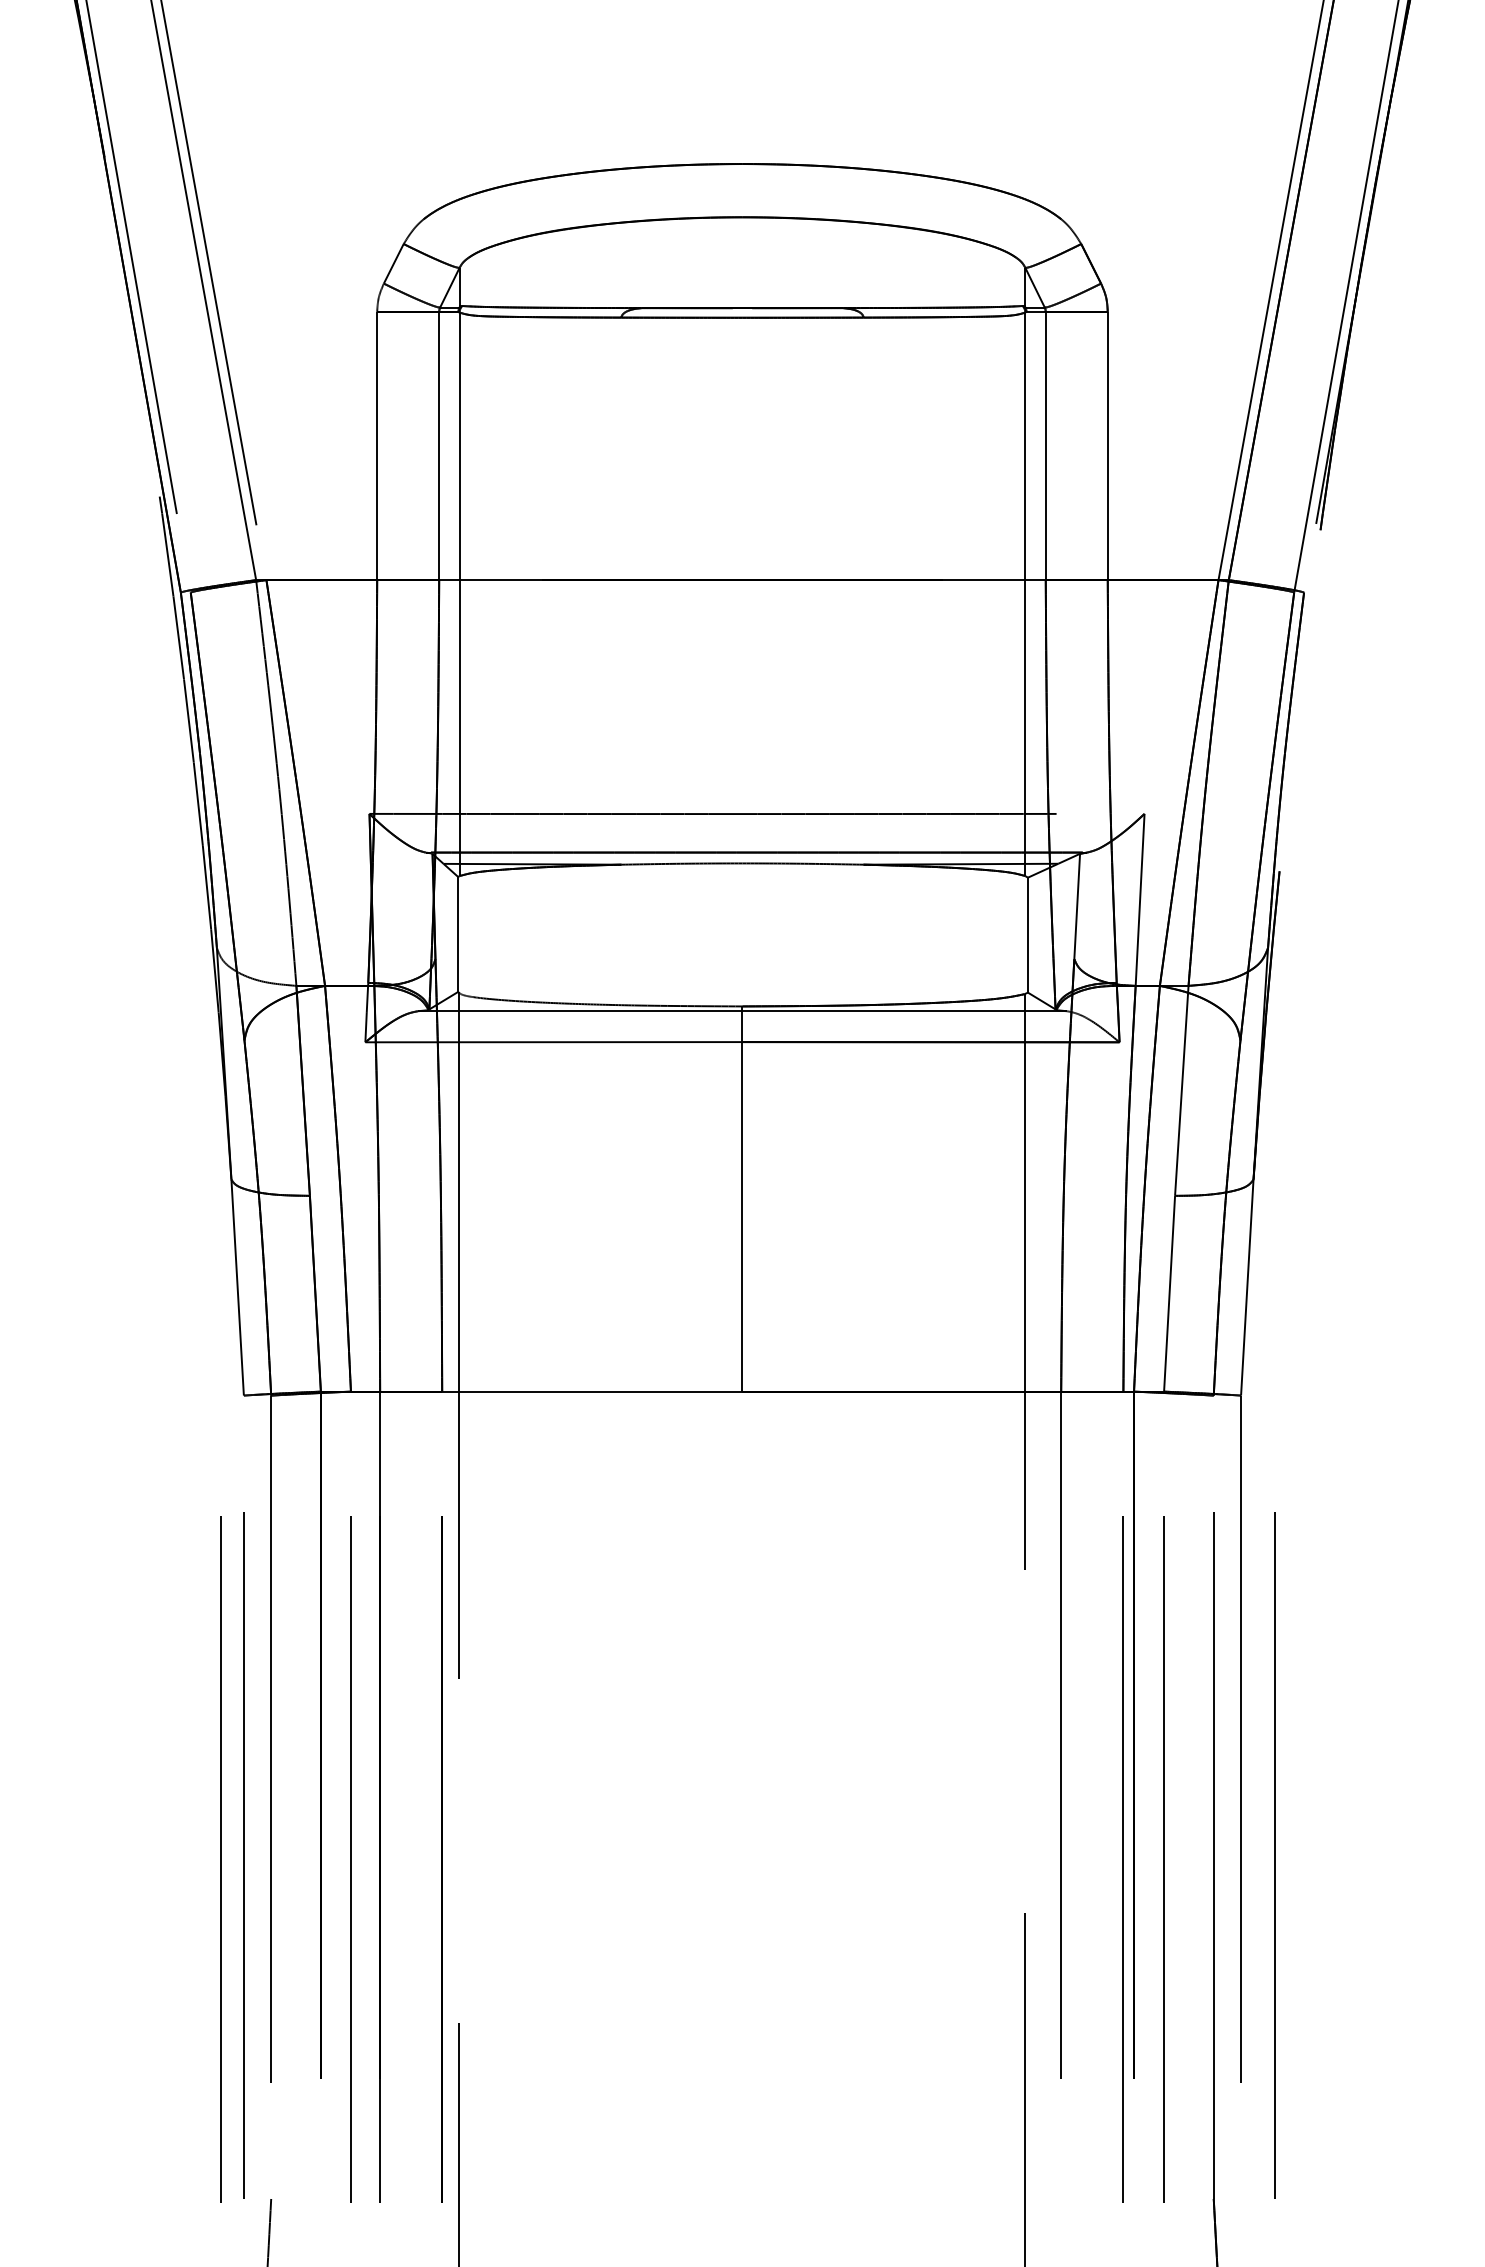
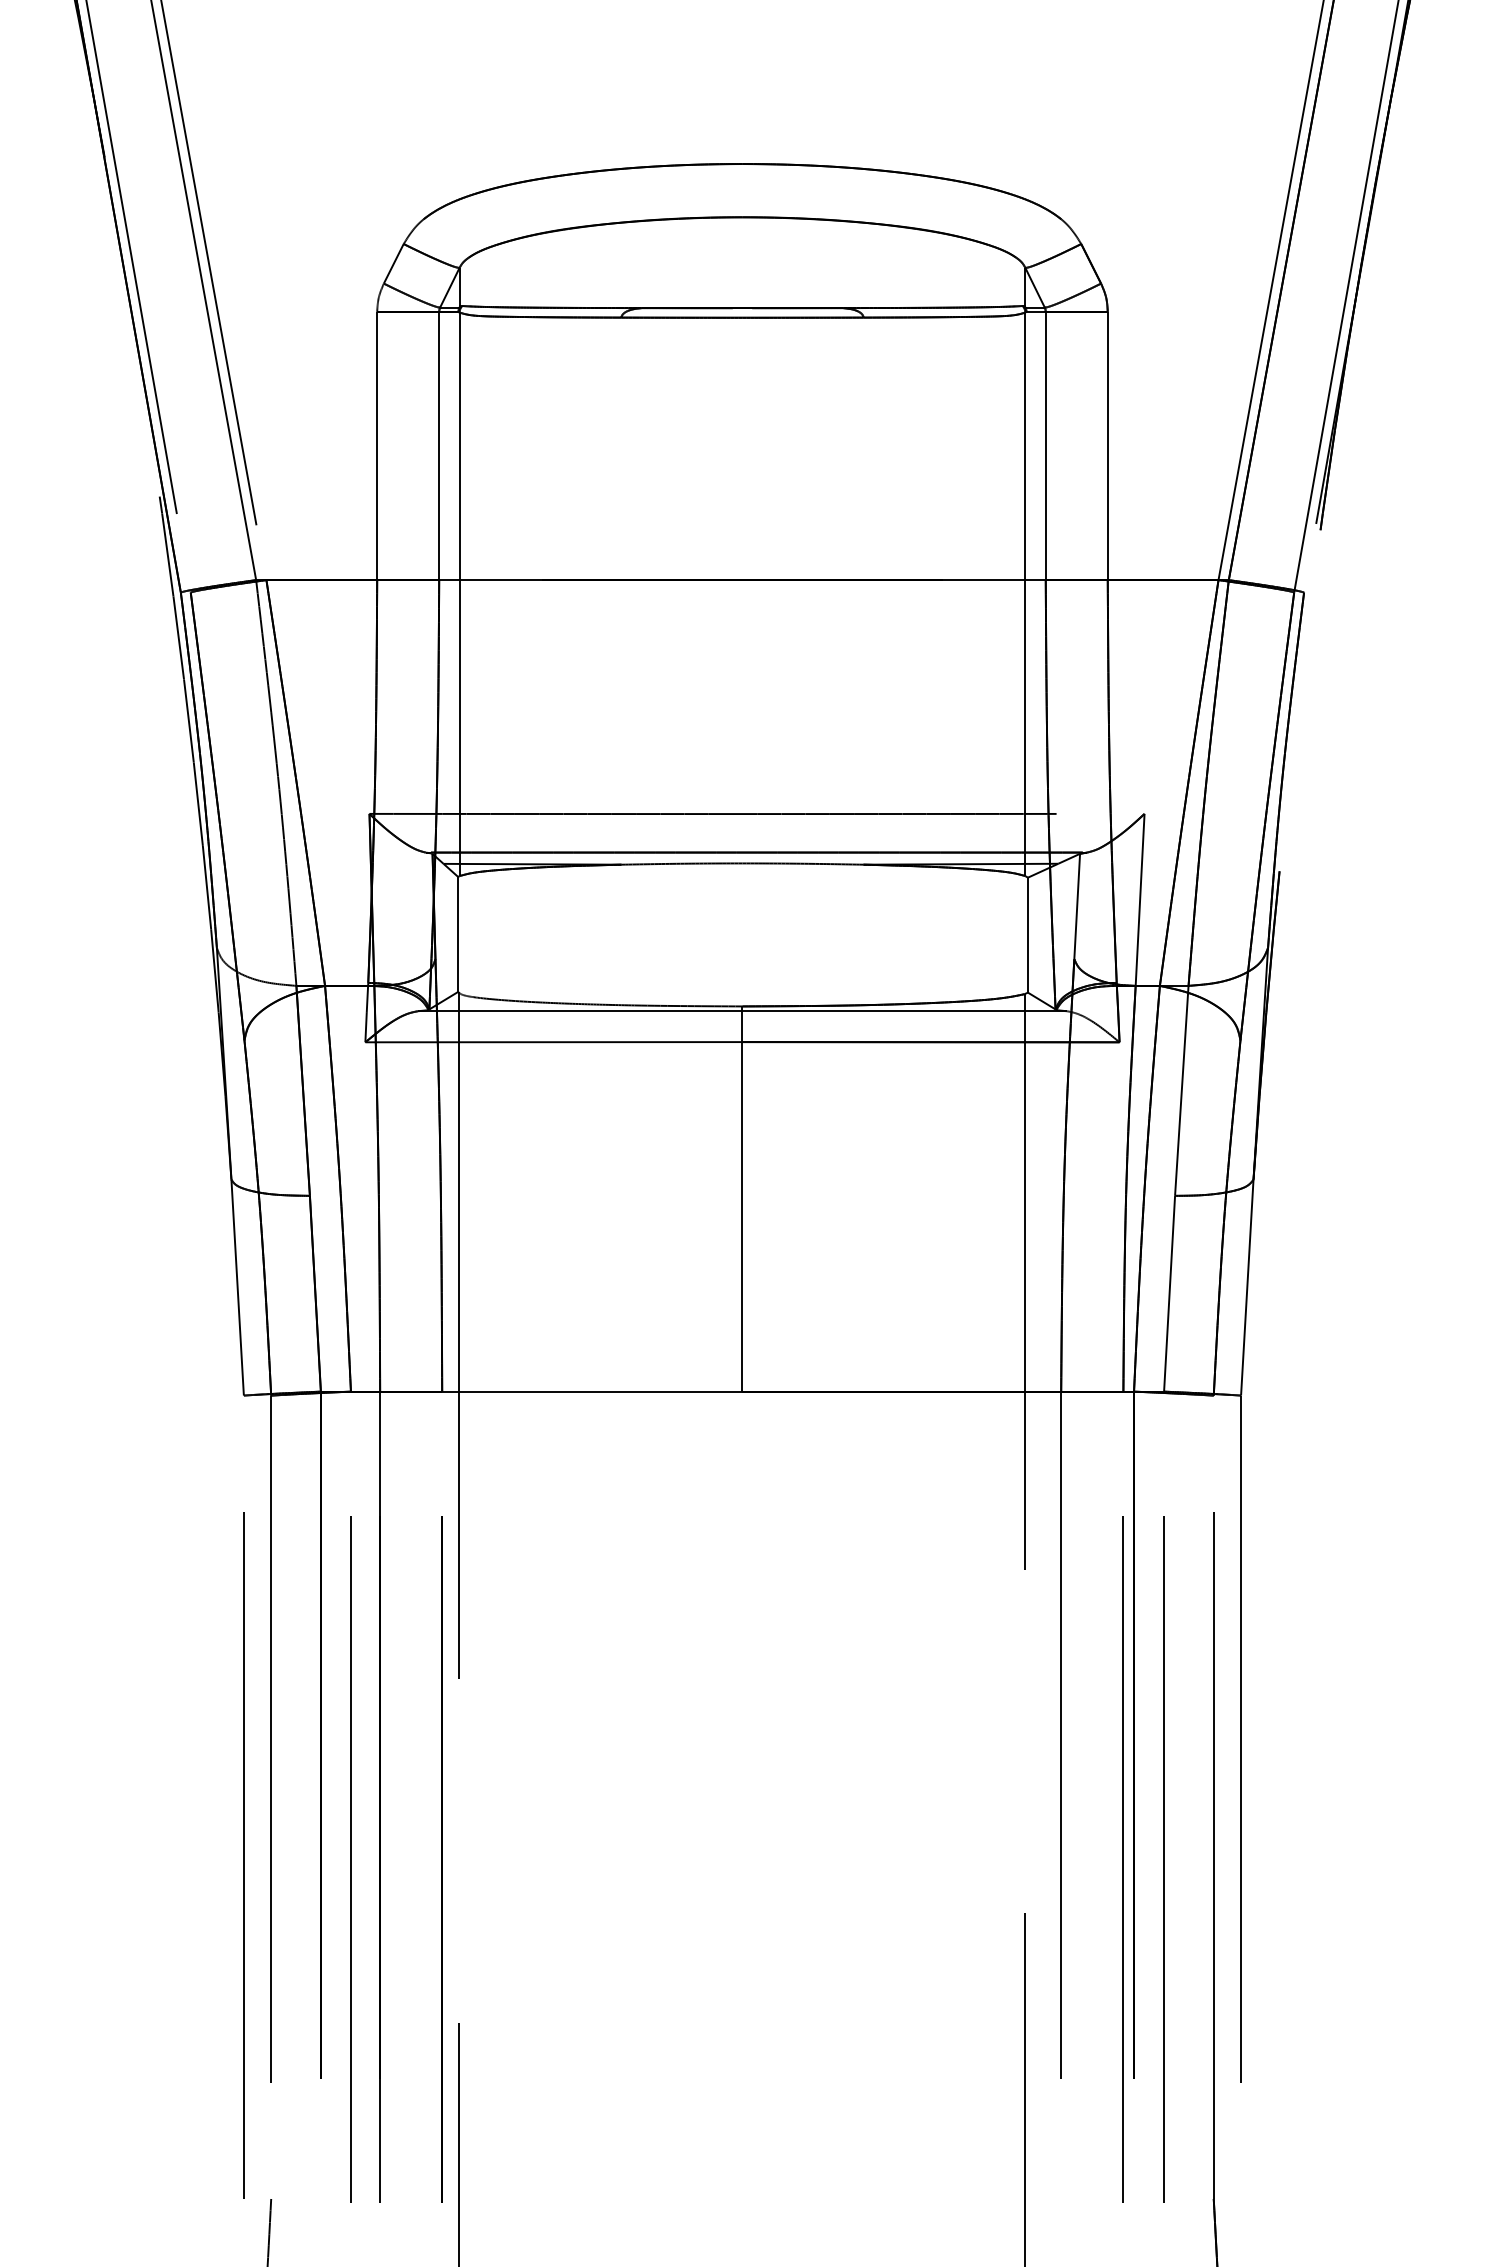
line at (1274, 1855): present -> none
line at (220, 1859): present -> none
